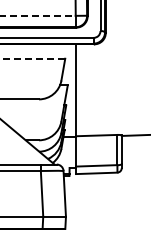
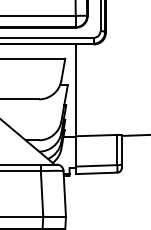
line at (38, 15): dashed -> solid
line at (32, 58): dashed -> solid
